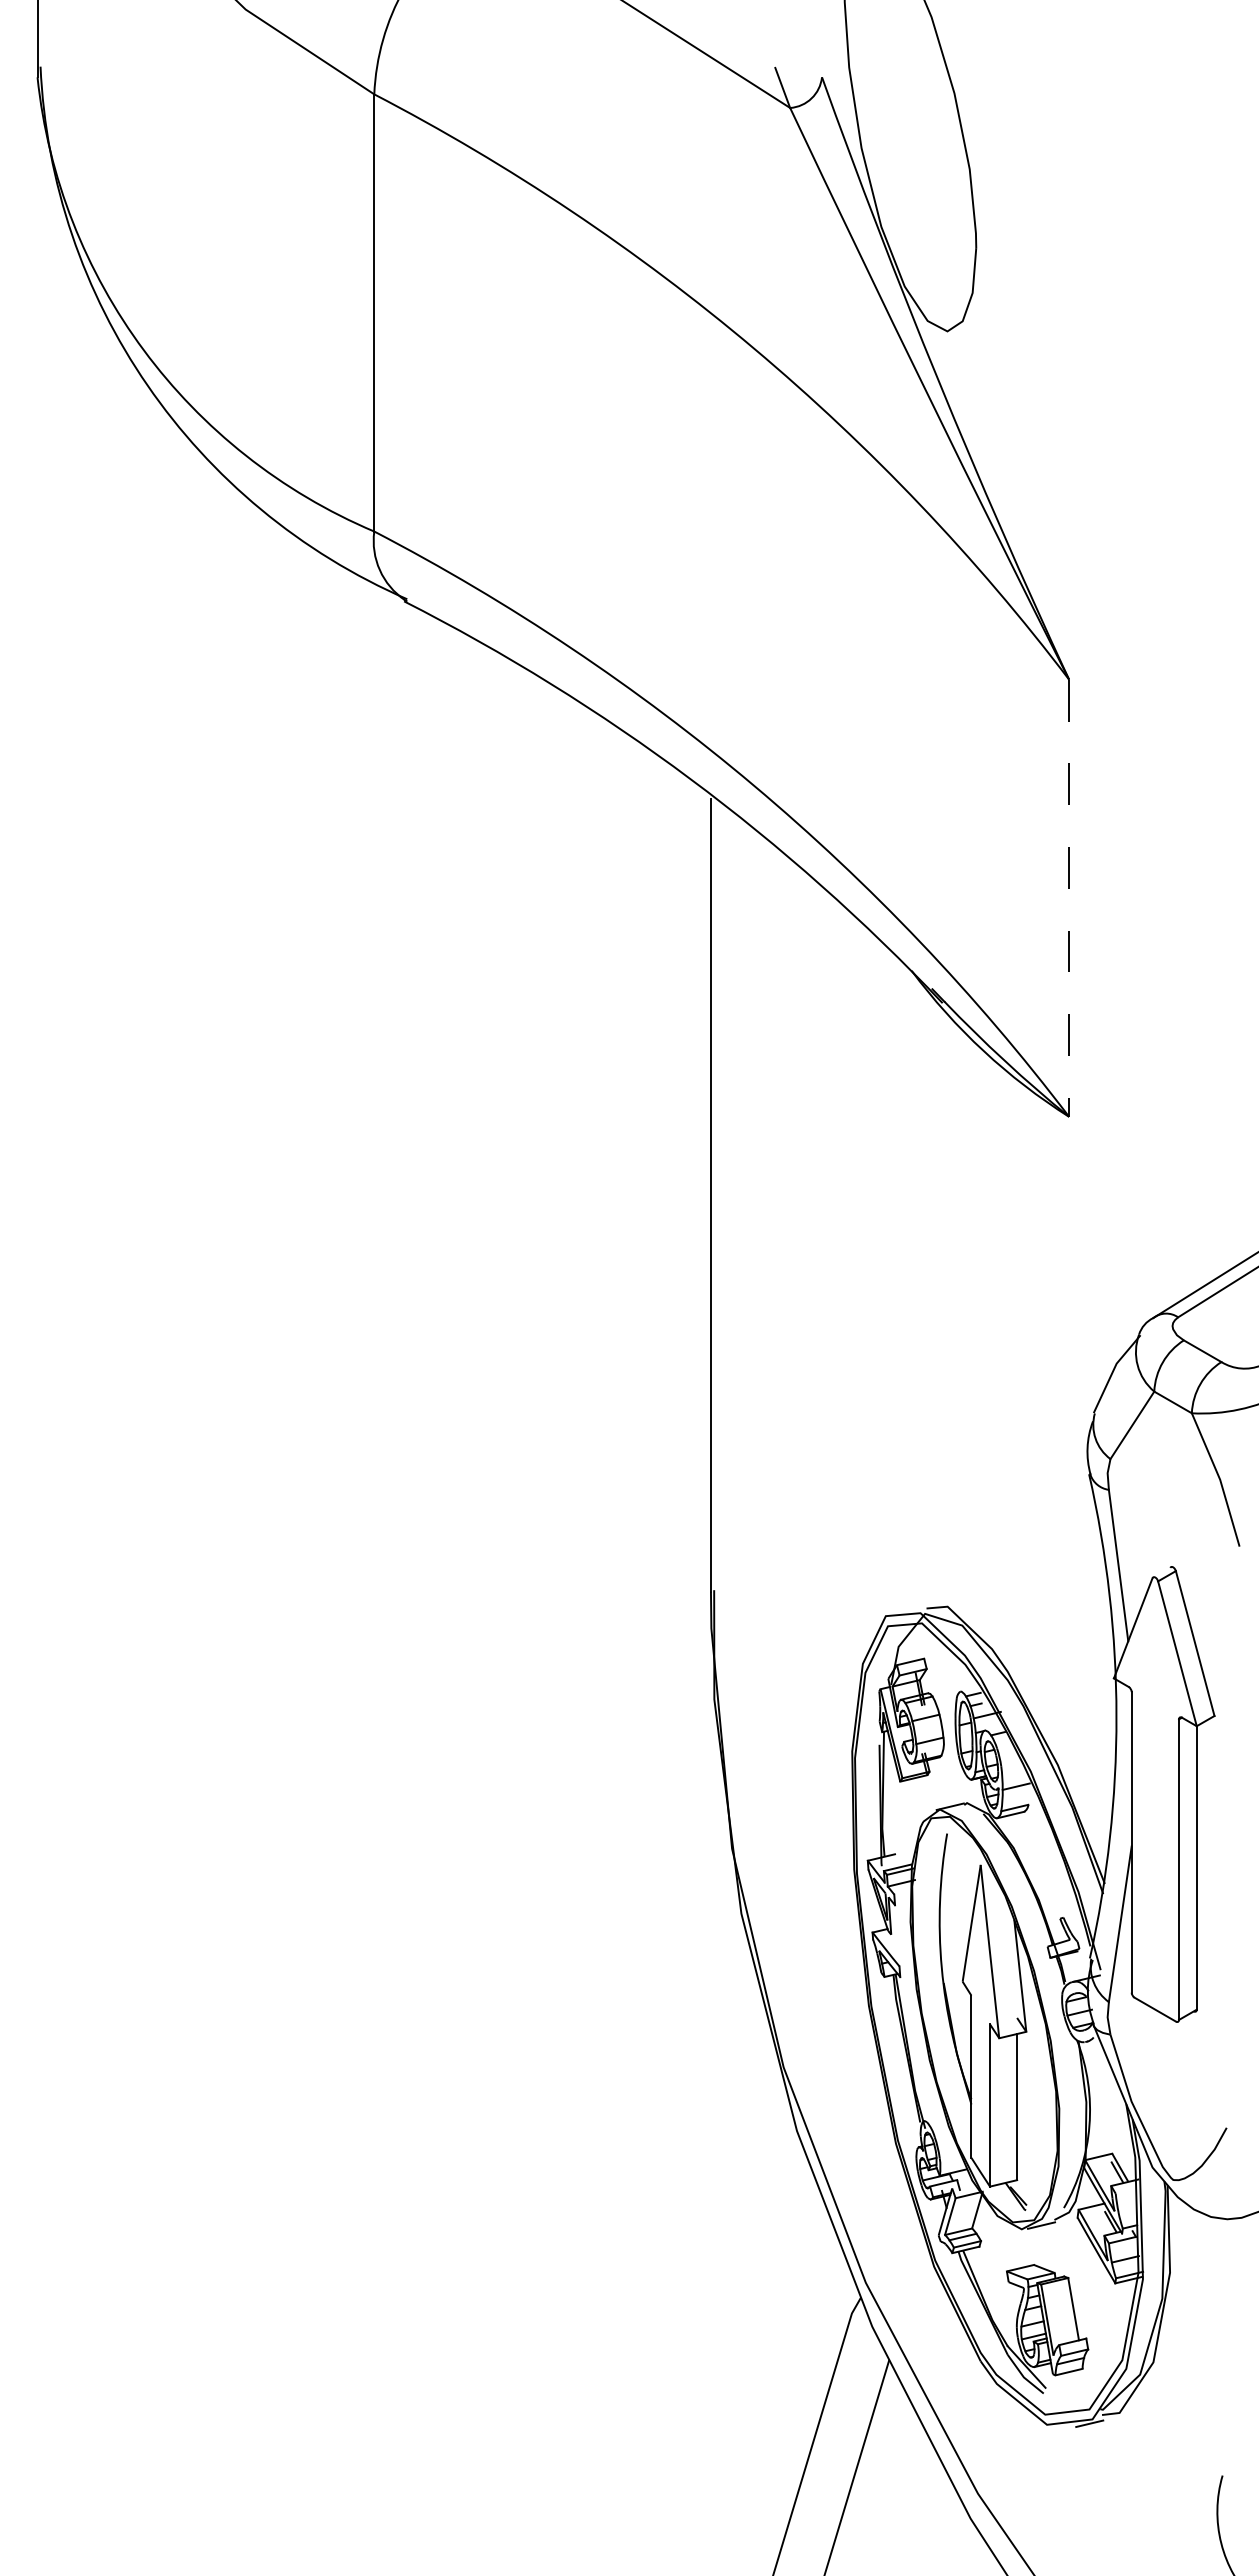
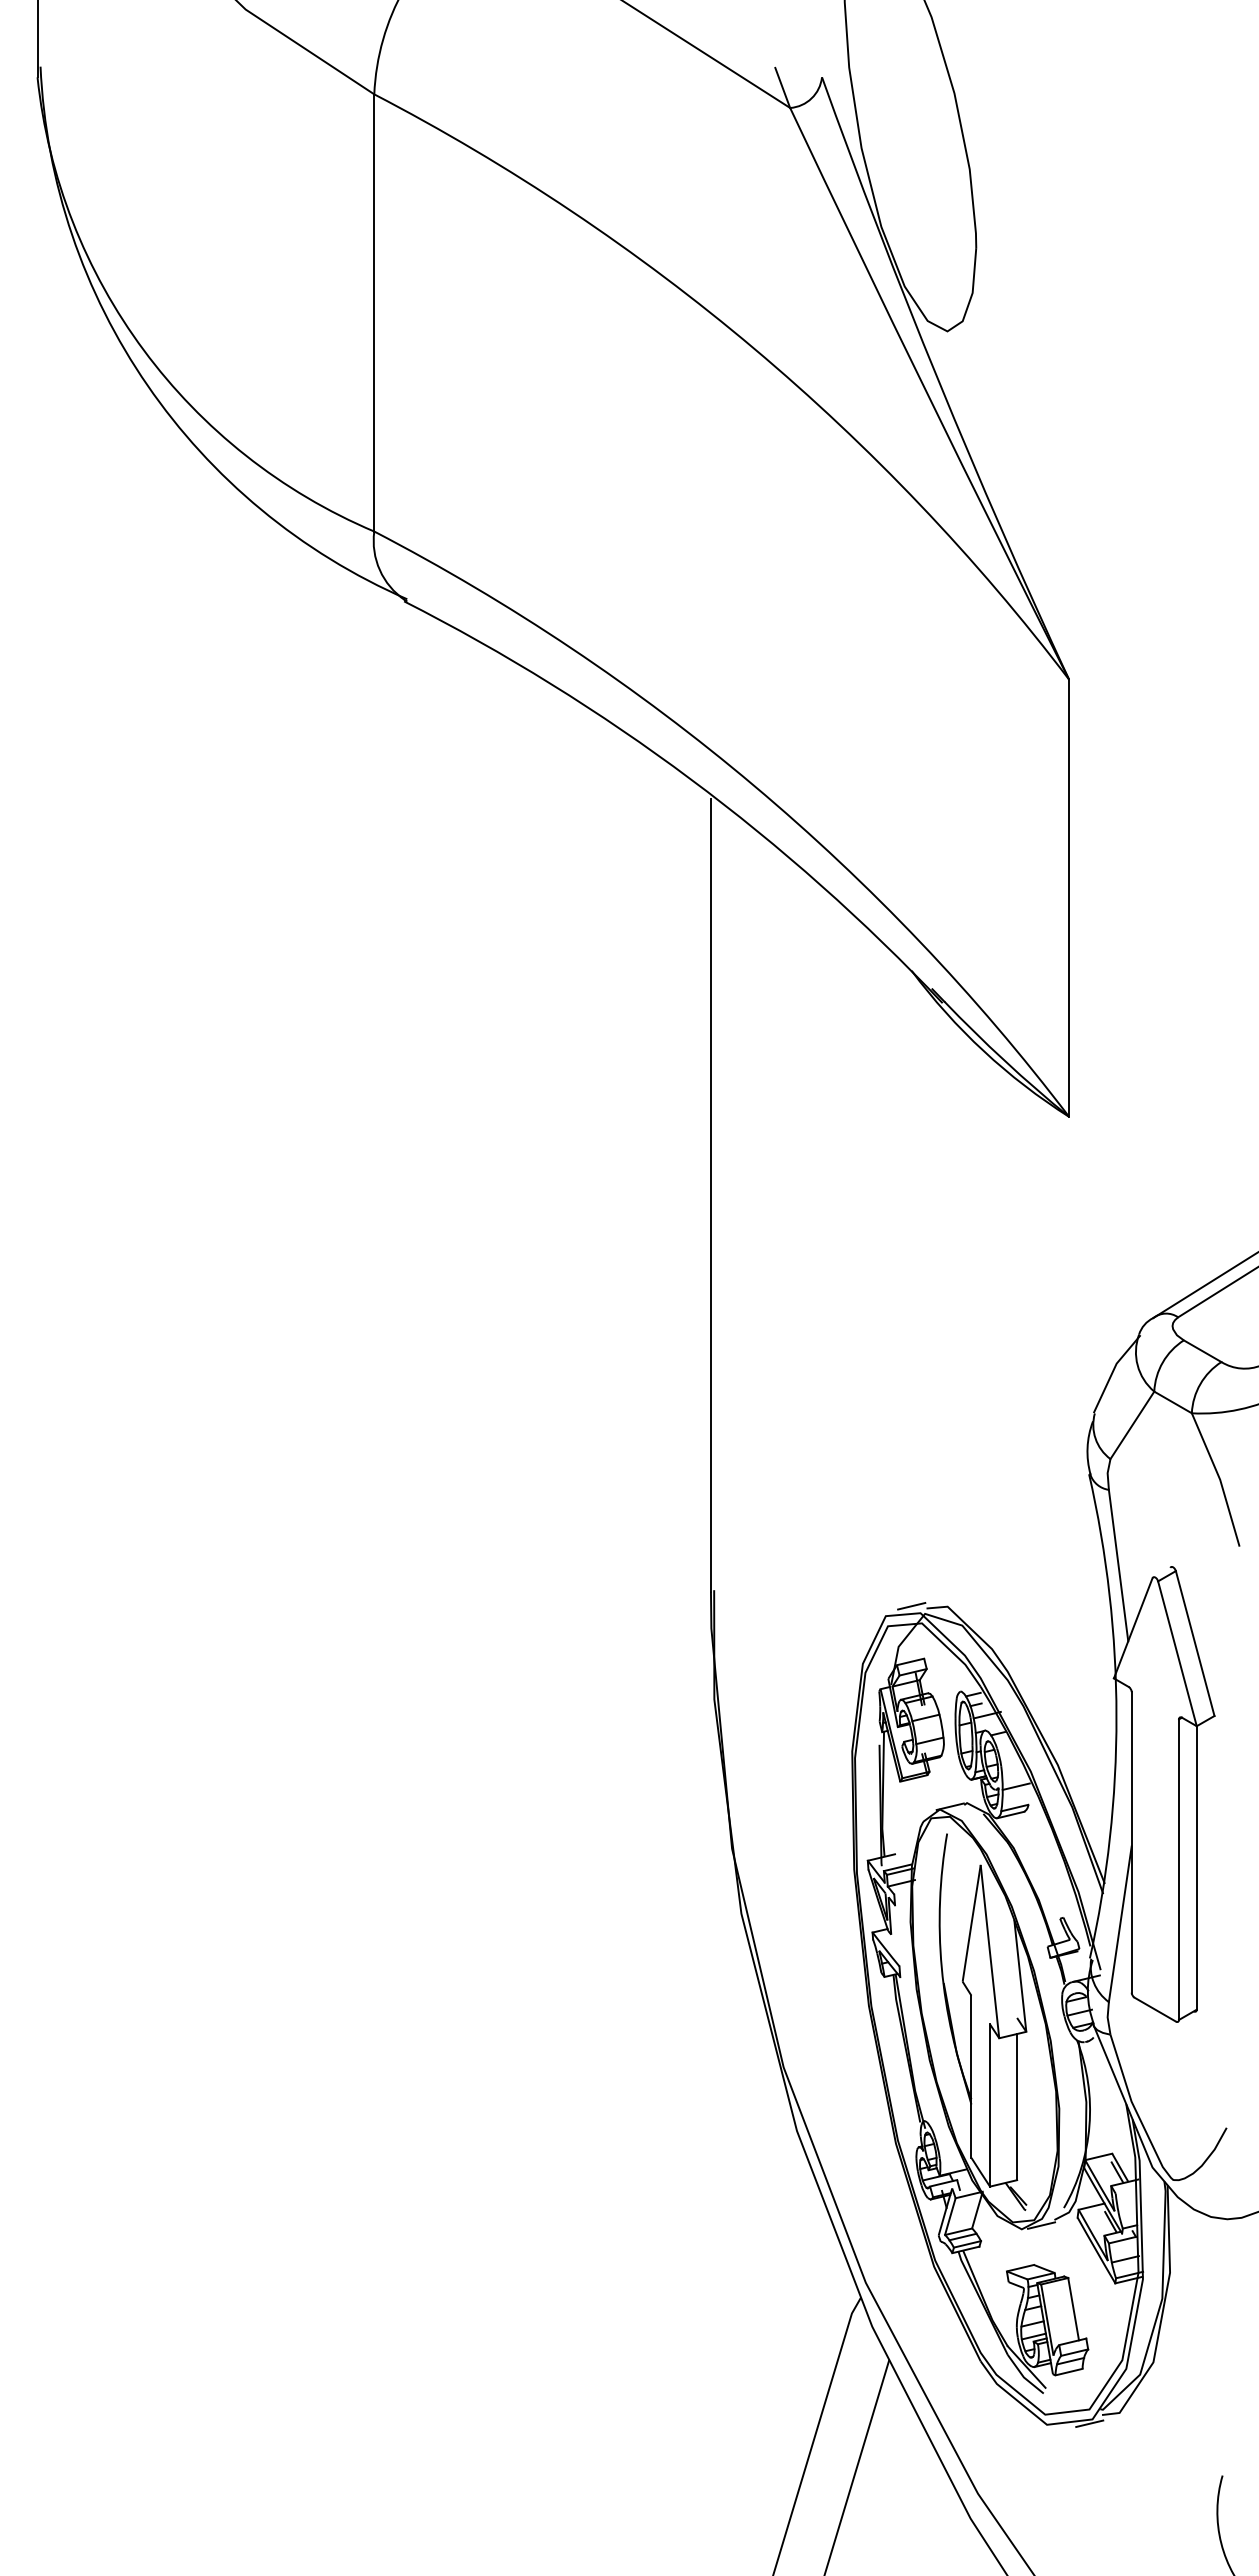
line at (1069, 898): dashed -> solid
line at (911, 1605): none -> present
